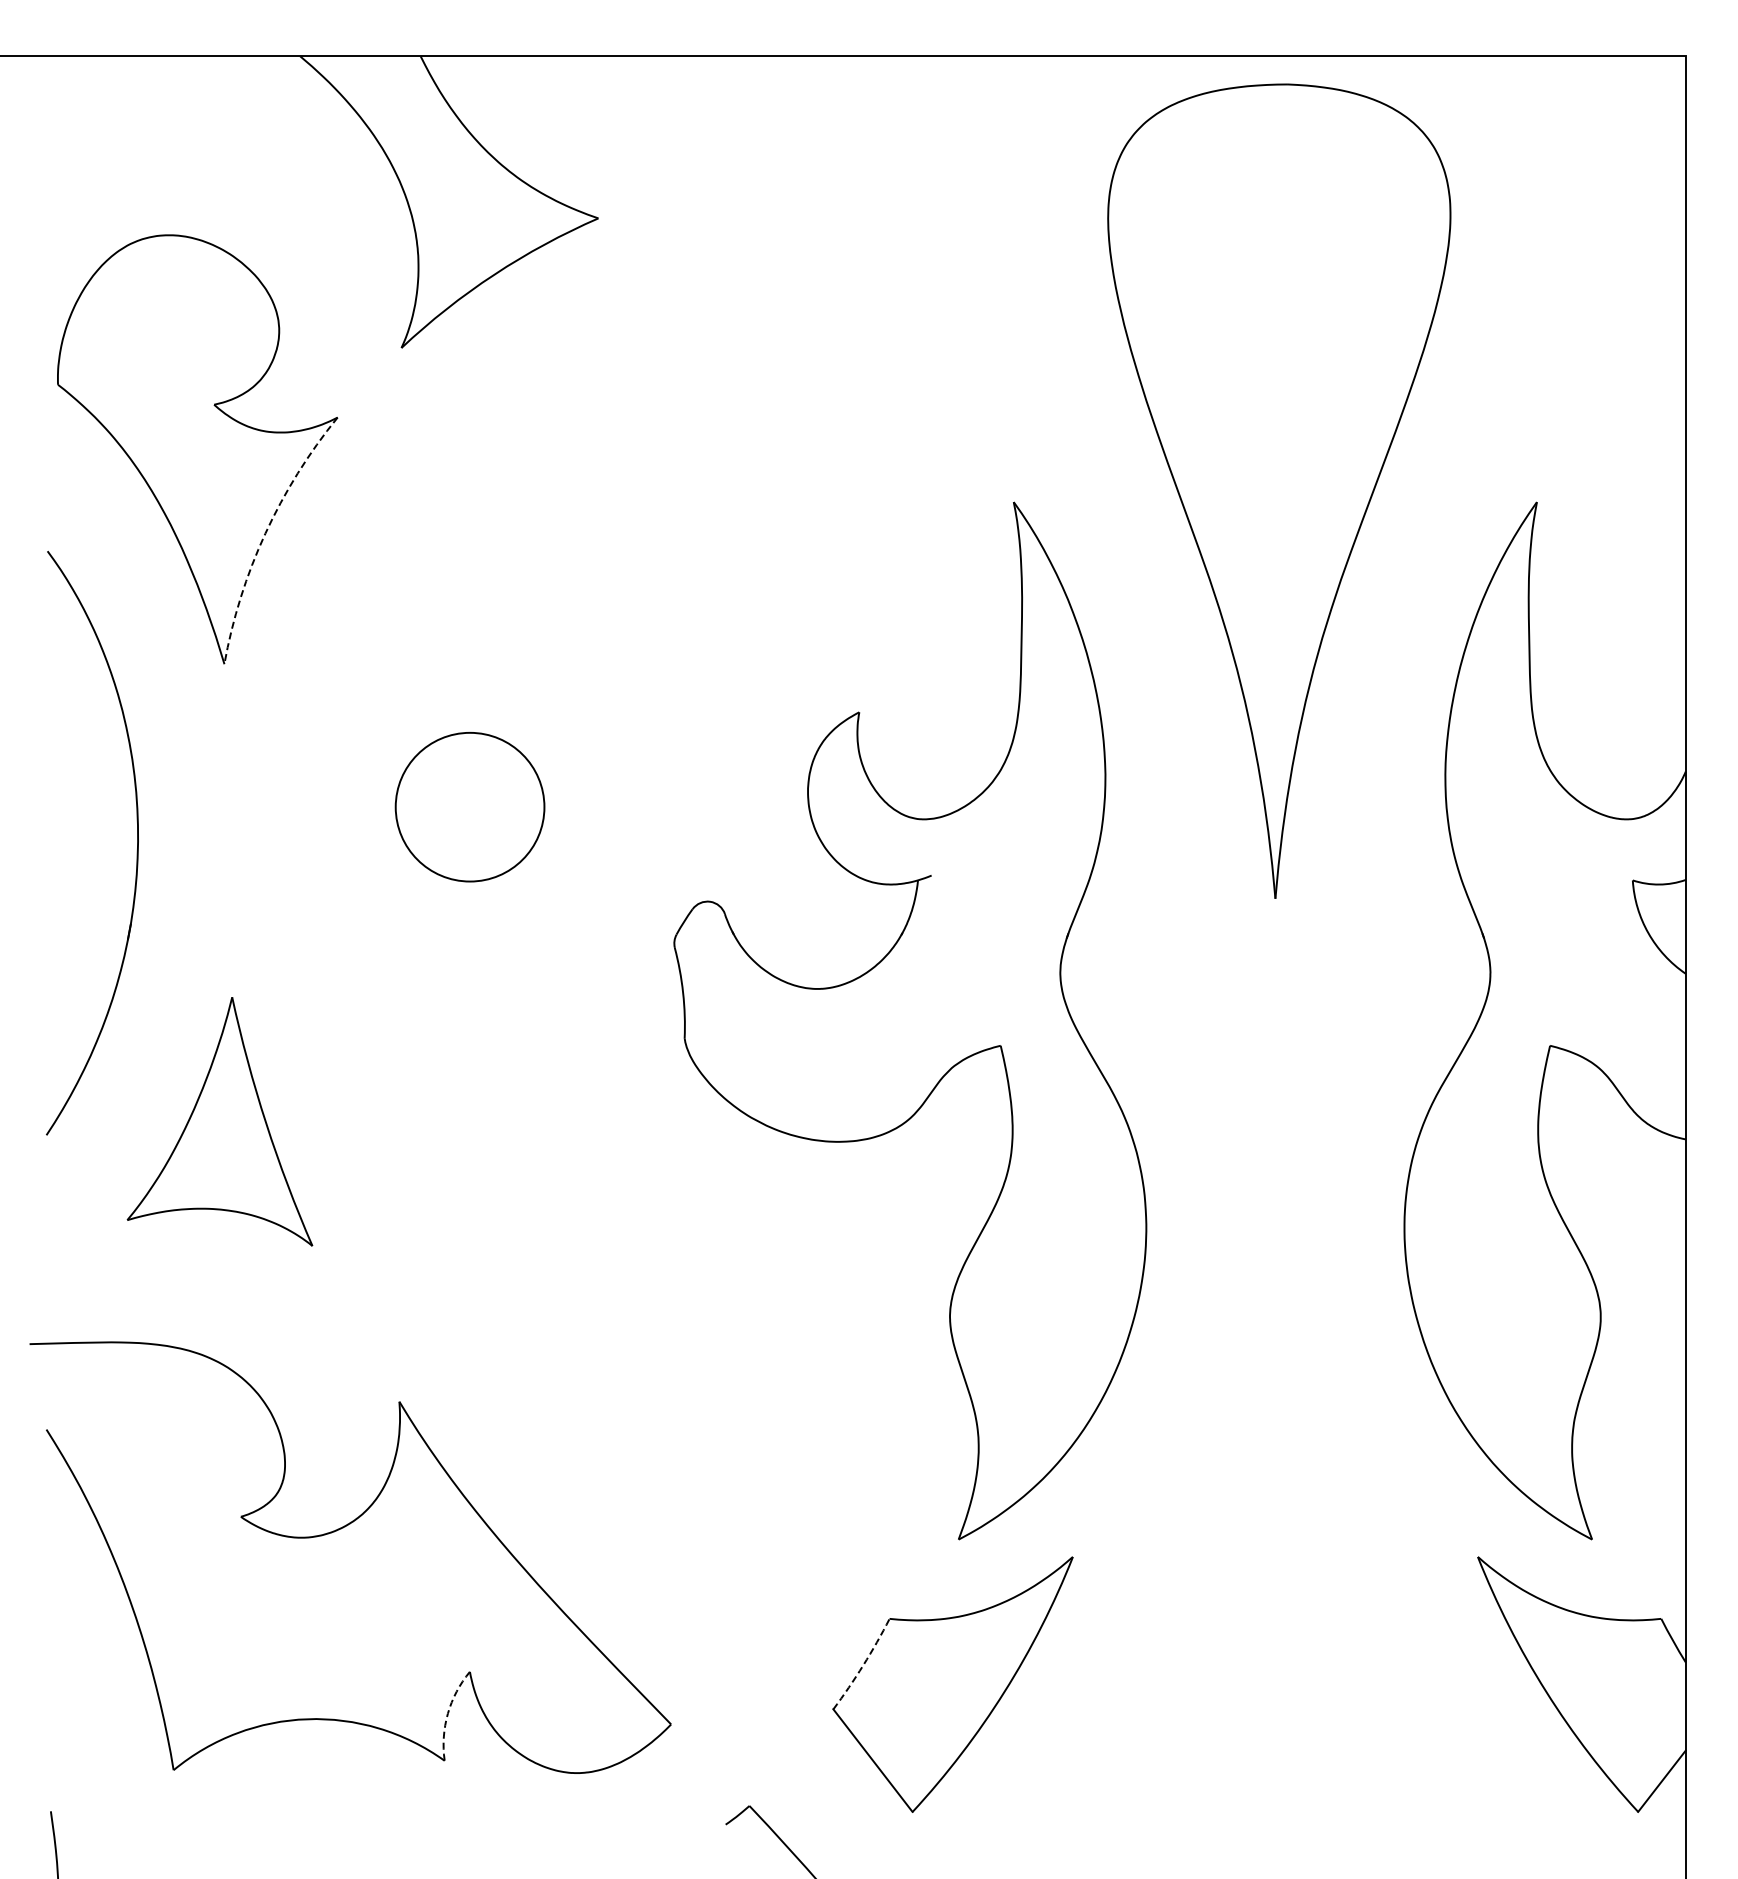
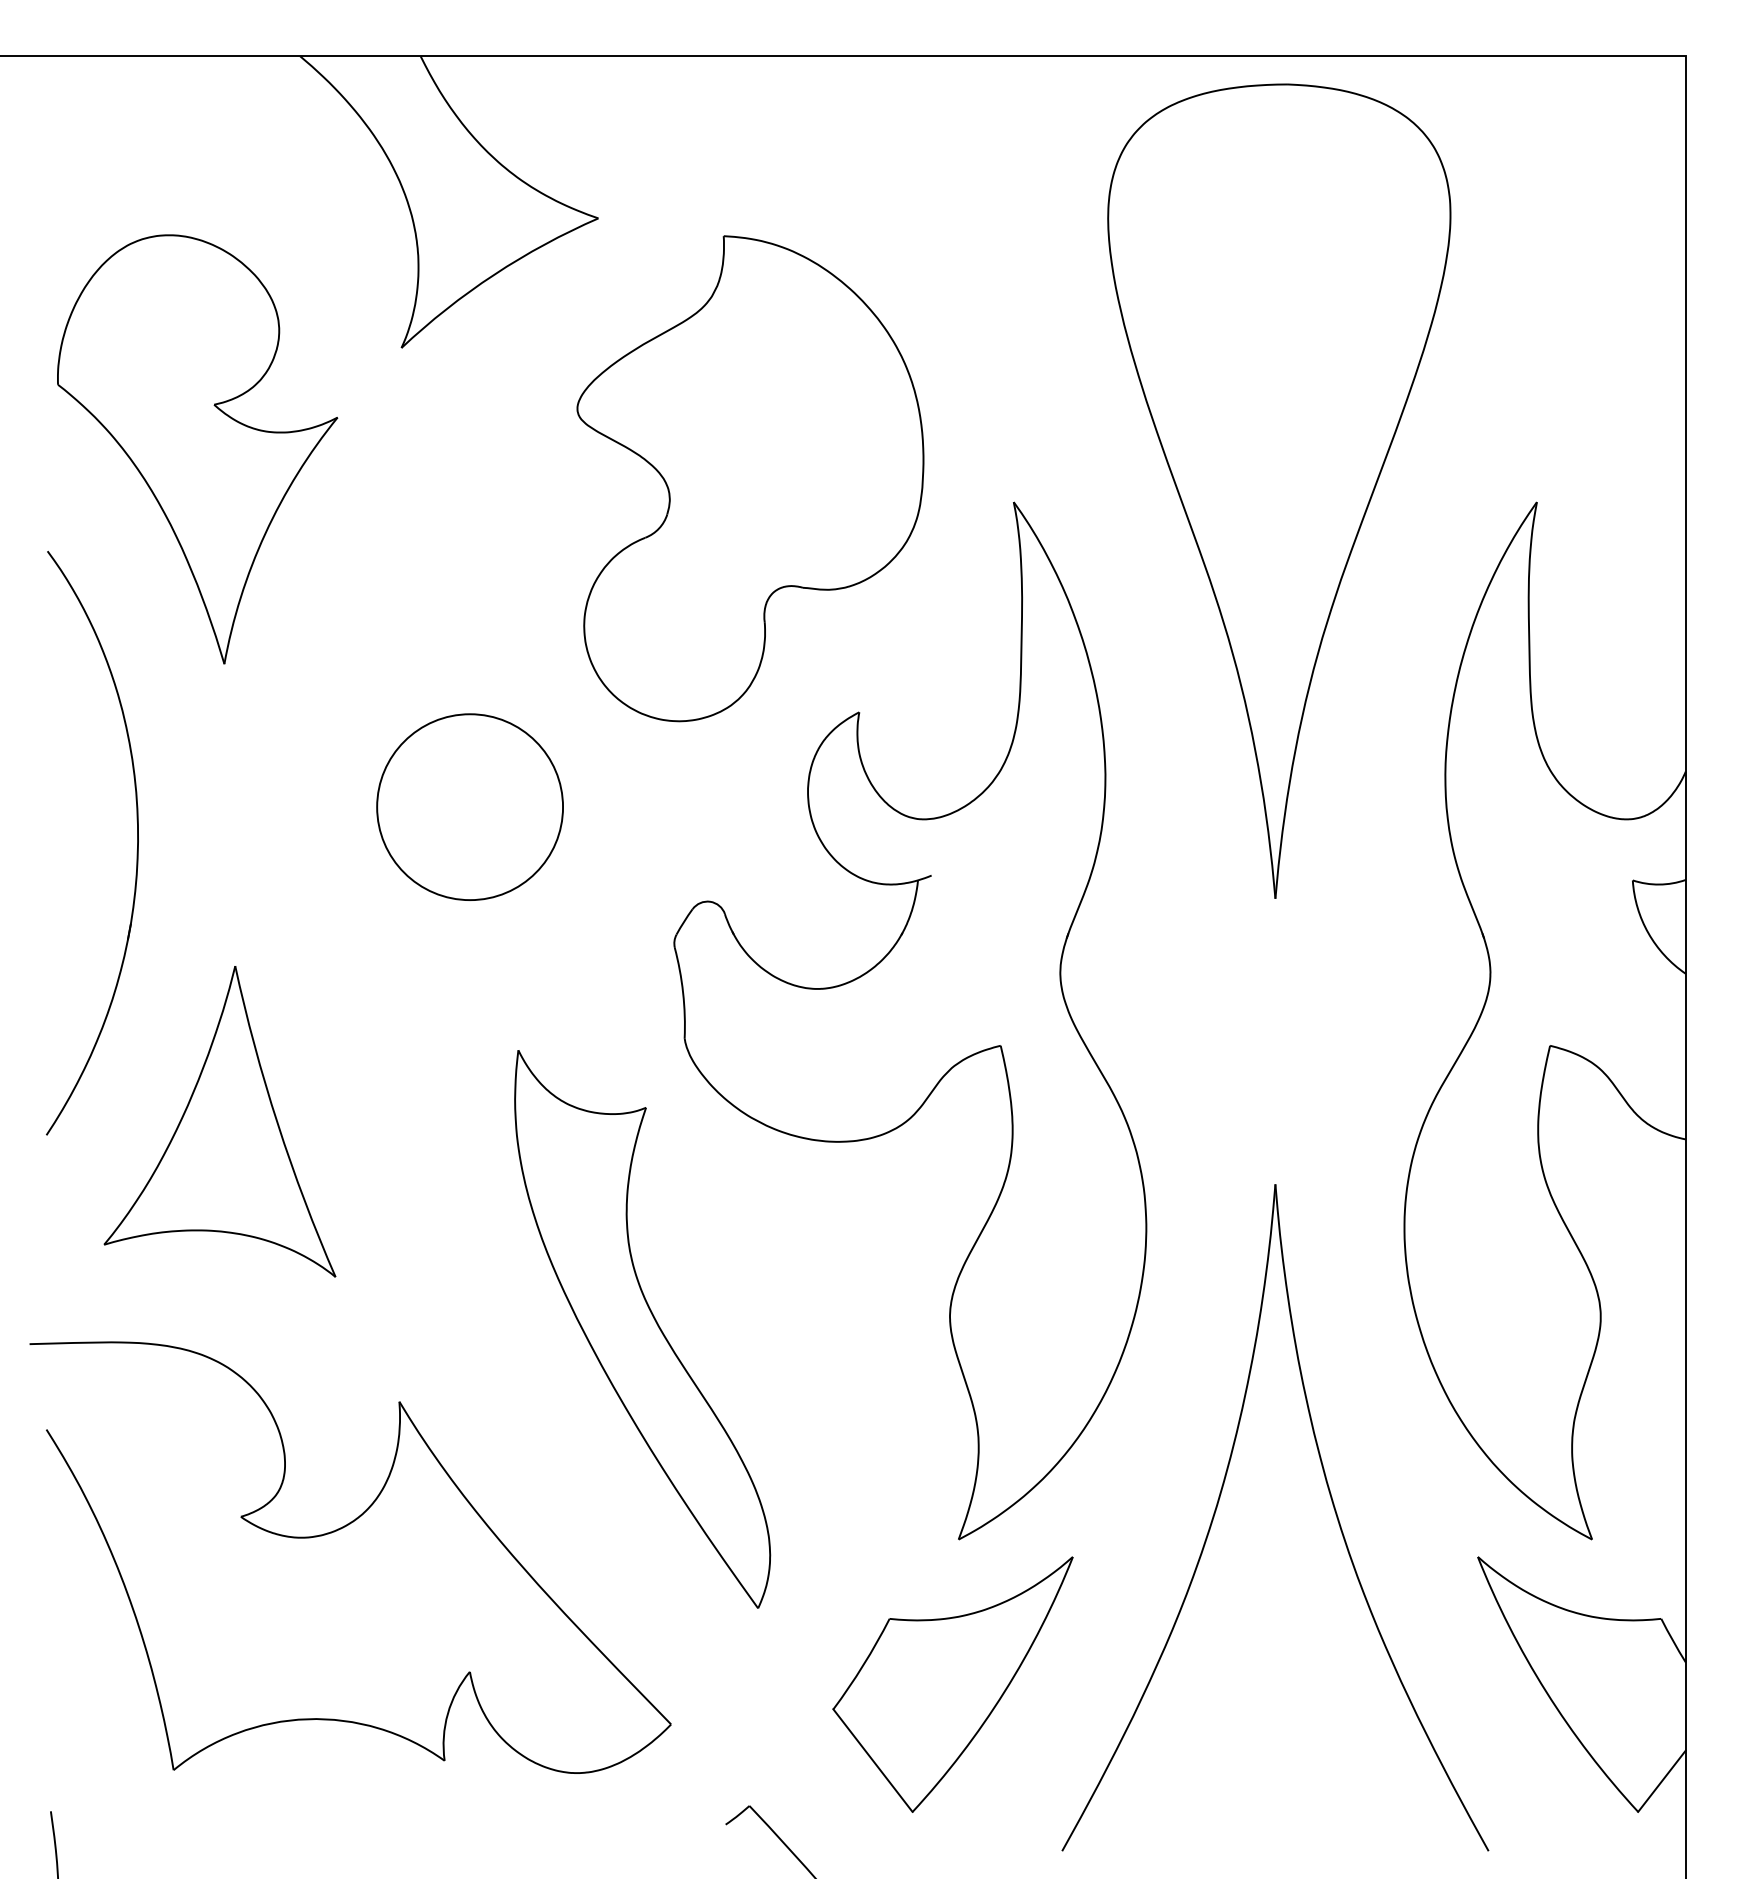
part at (750, 478): none -> present
arc at (265, 533): dashed -> solid
circle at (469, 806) diameter: 149 px -> 186 px
part at (219, 1121) size: 188x250 px -> 234x312 px
part at (642, 1329): none -> present
part at (1330, 1498): none -> present
arc at (863, 1665): dashed -> solid
arc at (447, 1713): dashed -> solid
